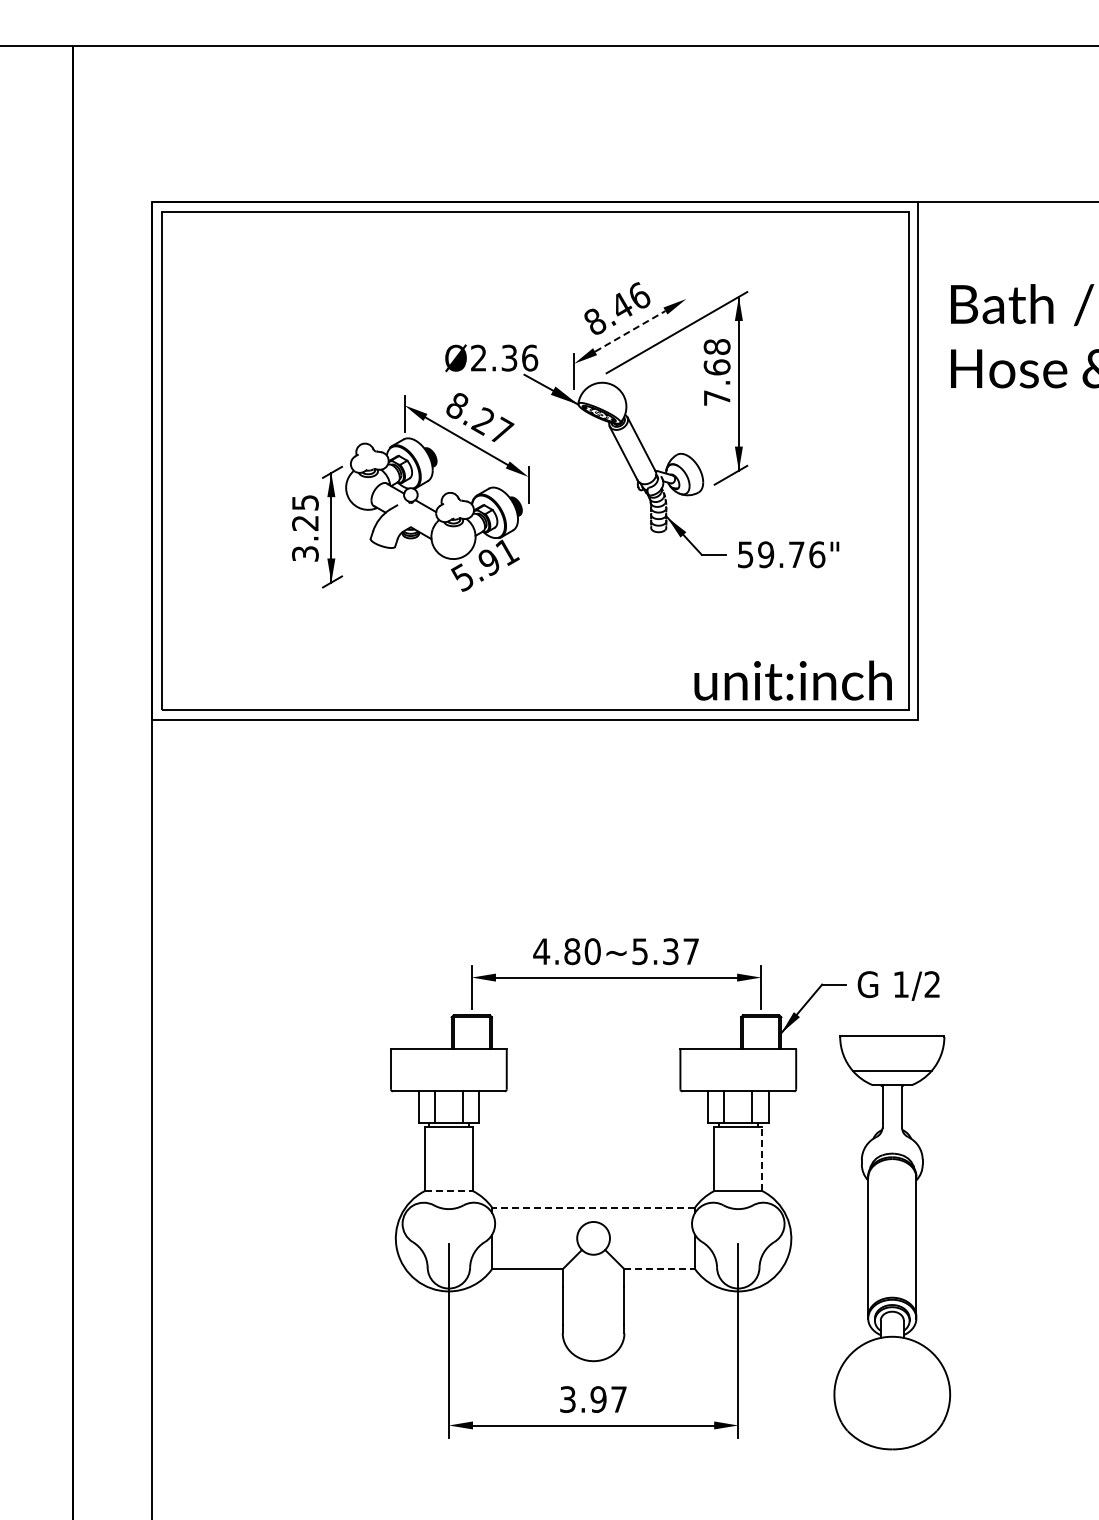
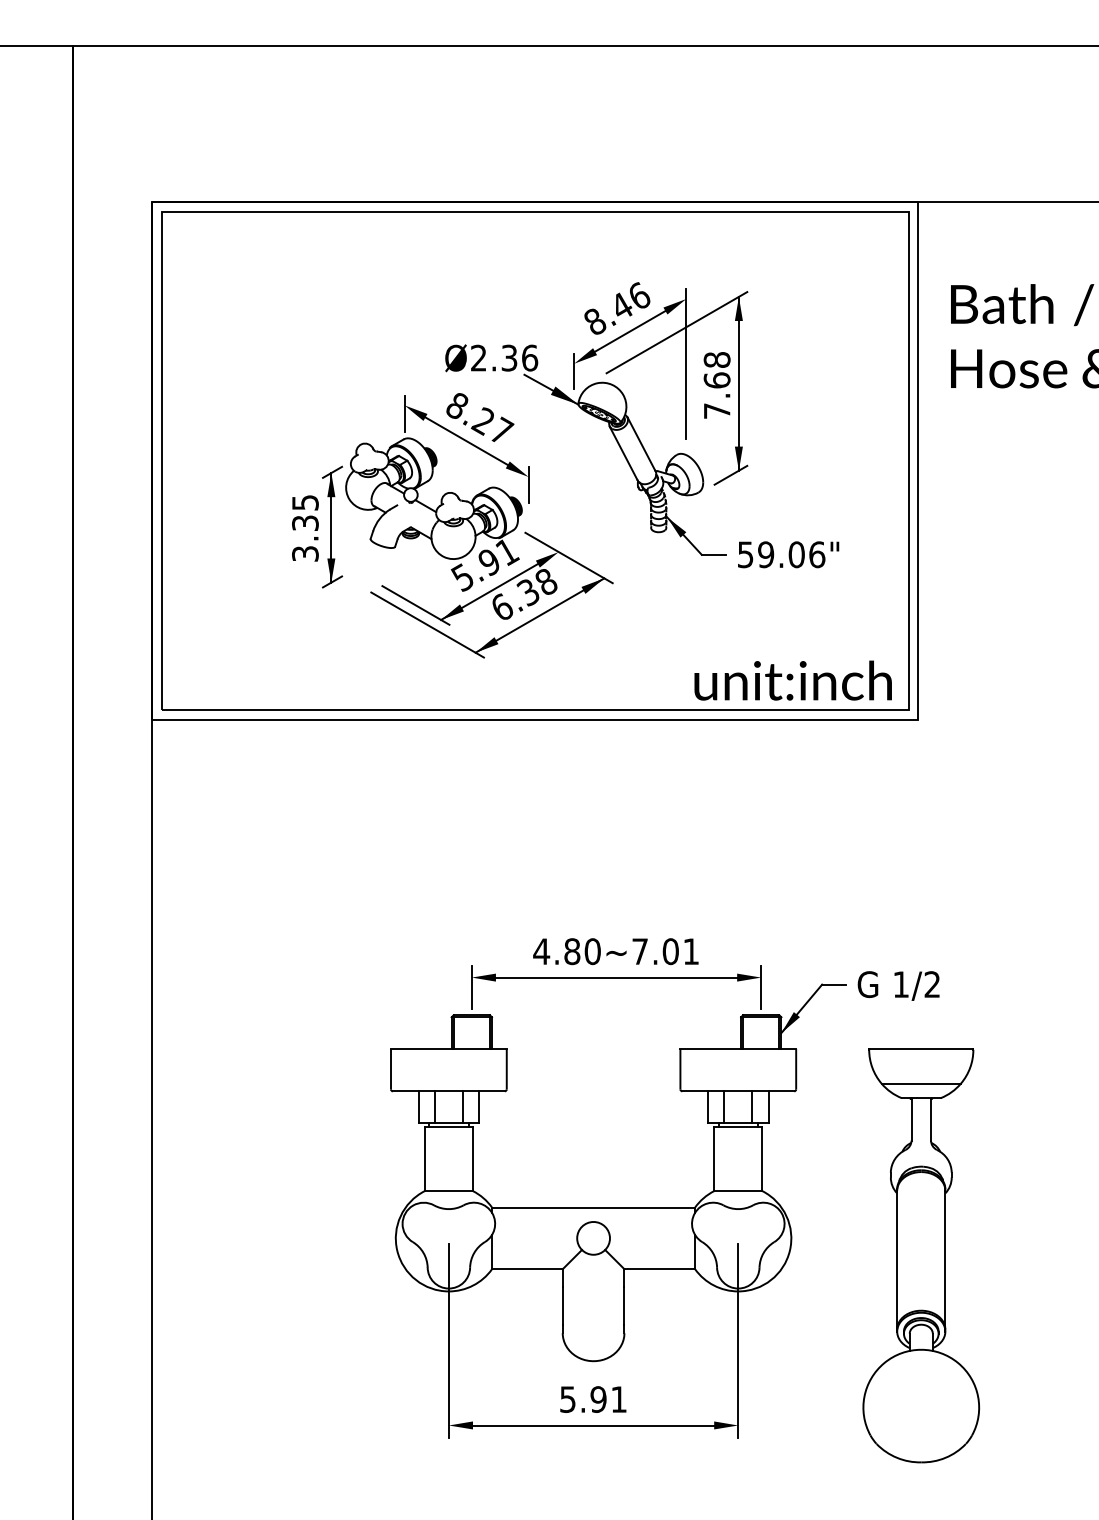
line at (630, 331): dashed -> solid
line at (686, 364): none -> present
text at (716, 372) position: (716, 372) -> (716, 385)
text at (305, 523): 3.25 -> 3.35
text at (796, 554): 59.76" -> 59.06"
part at (491, 594): none -> present
text at (665, 951): 4.80~5.37 -> 4.80~7.01
line at (762, 1158): dashed -> solid
line at (449, 1191): dashed -> solid
line at (593, 1207): dashed -> solid
part at (892, 1242) position: (892, 1242) -> (921, 1255)
line at (660, 1269): dashed -> solid
text at (593, 1399): 3.97 -> 5.91
